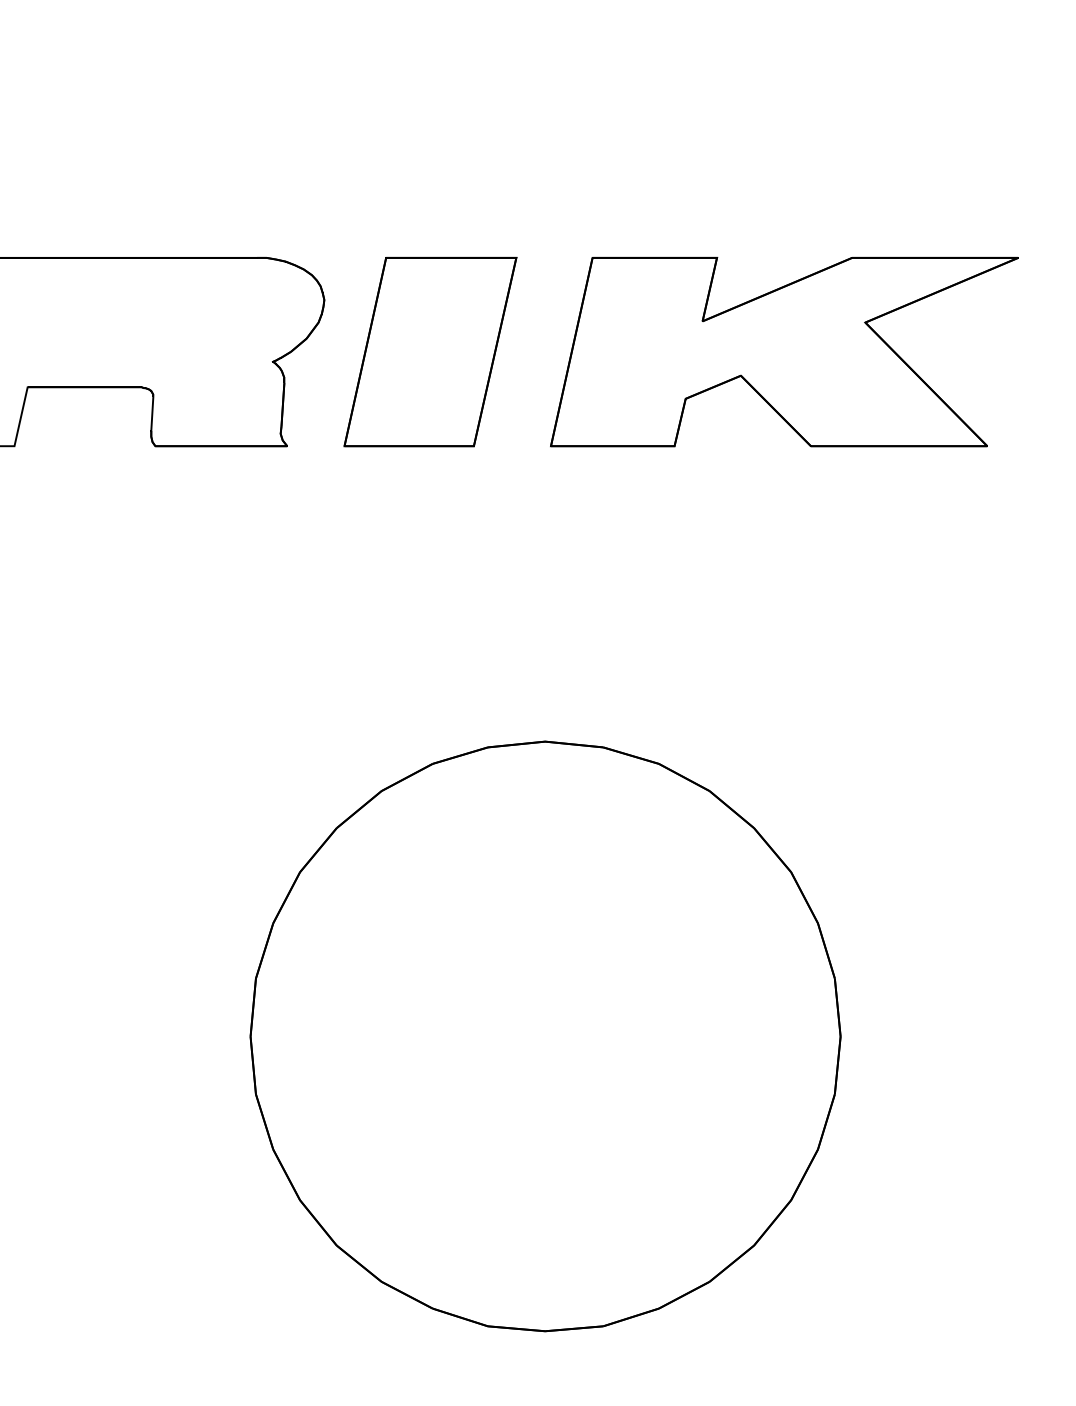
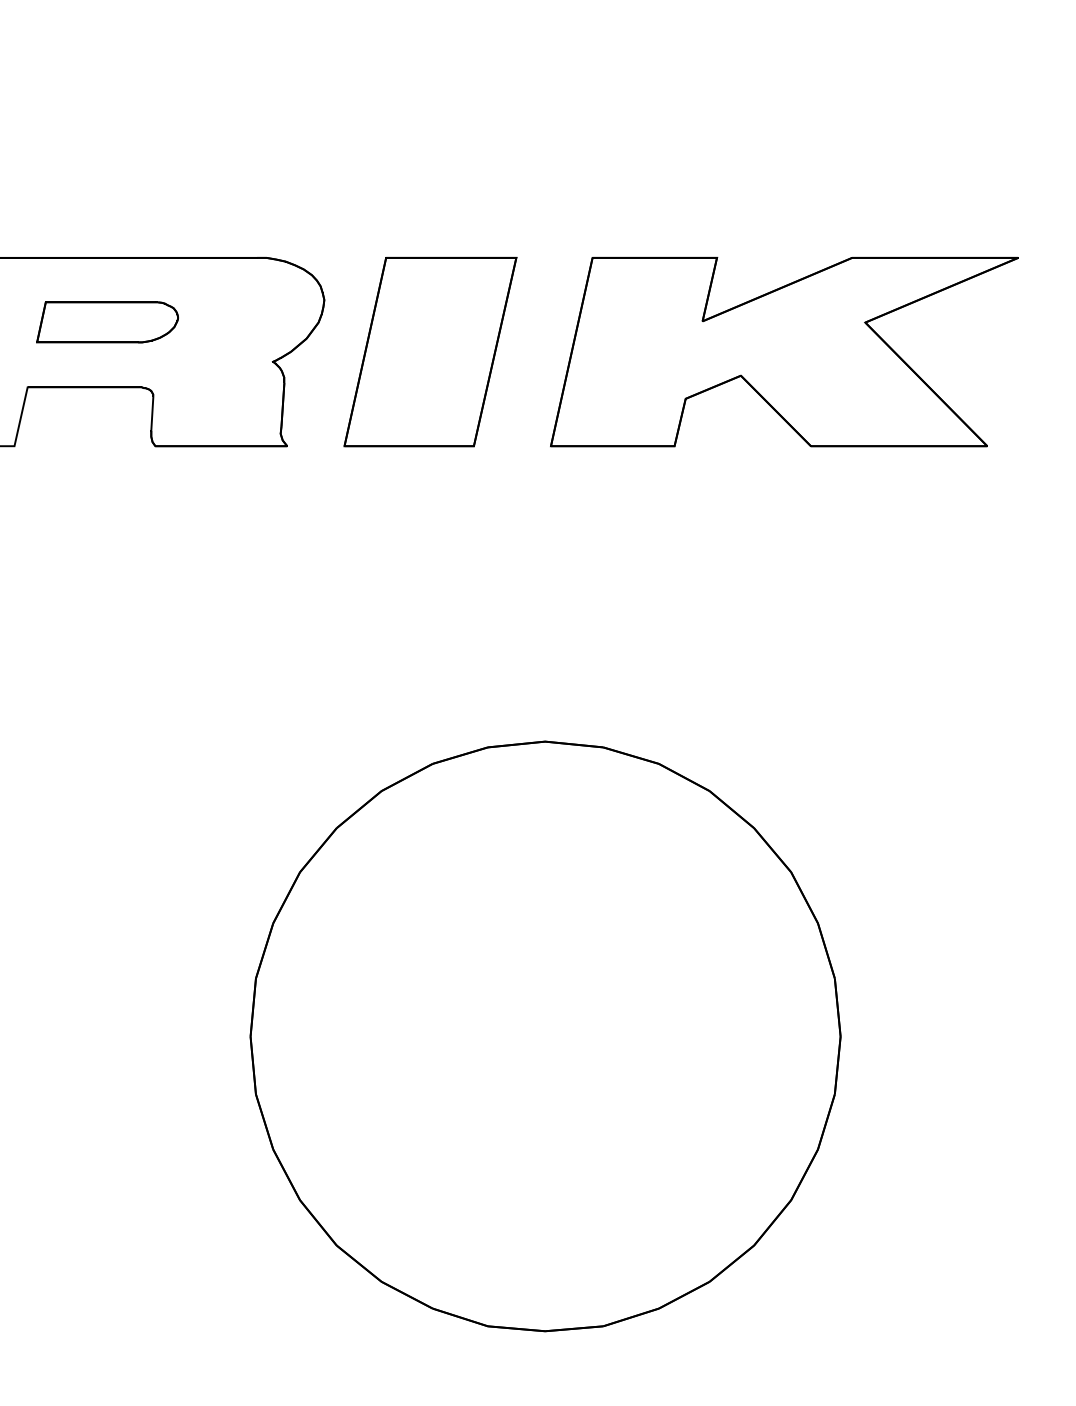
part at (107, 322): none -> present
